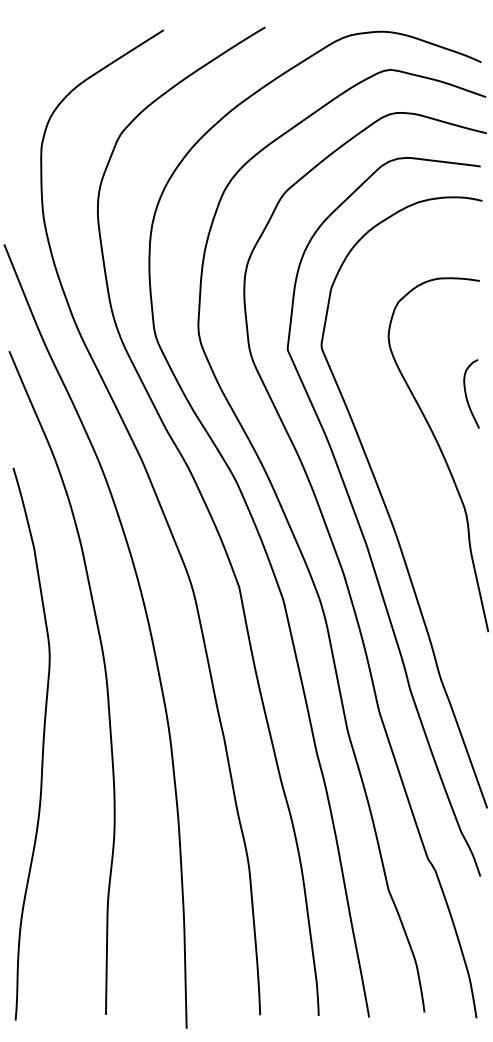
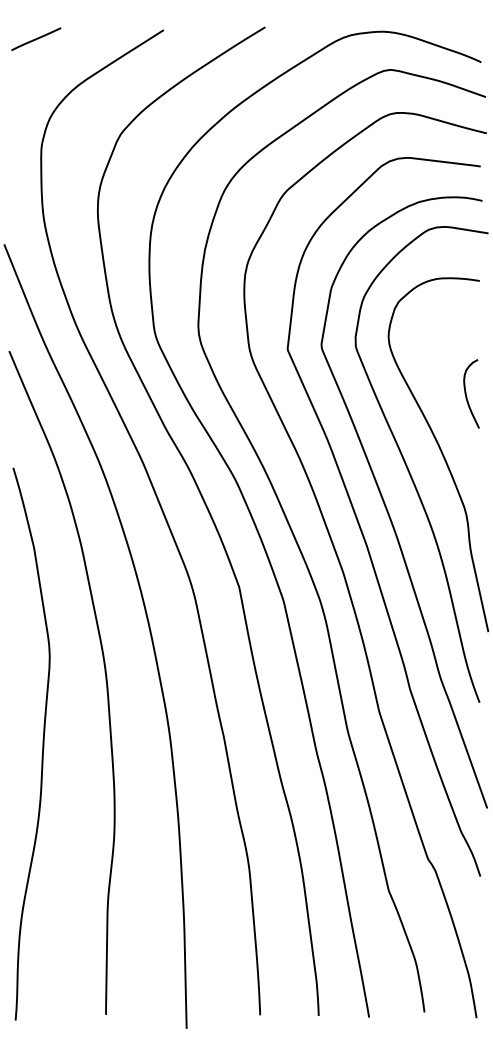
line at (36, 38): none -> present
curve at (408, 467): none -> present
